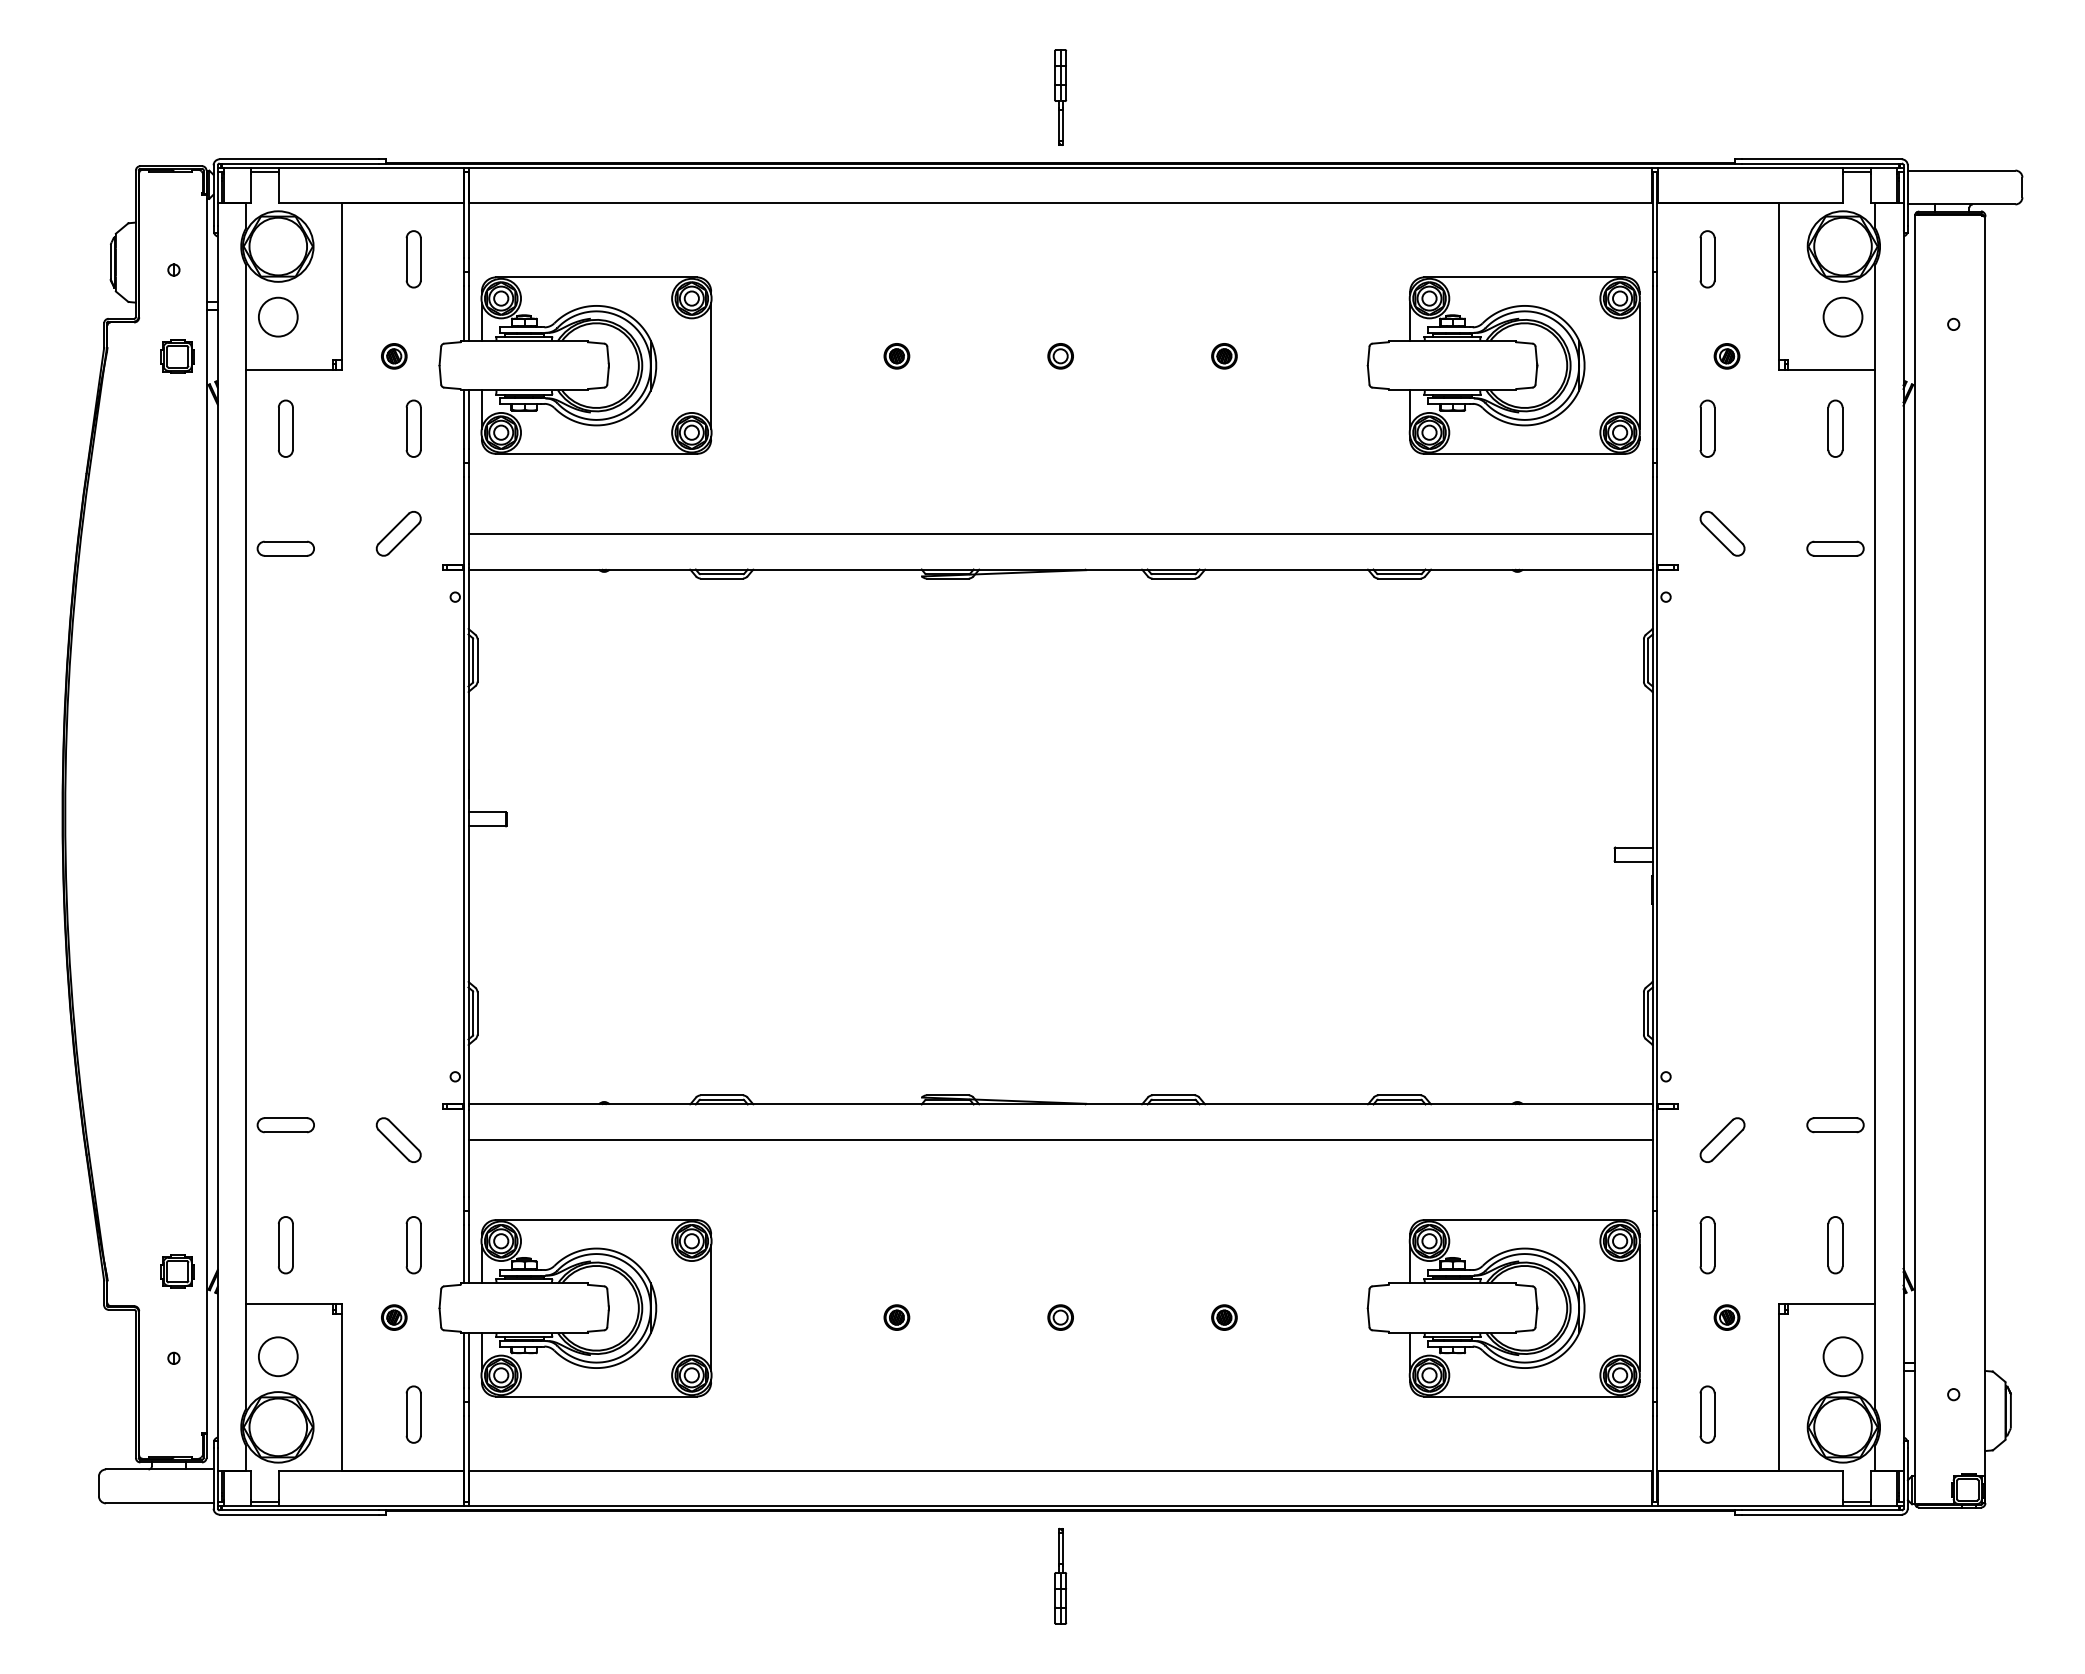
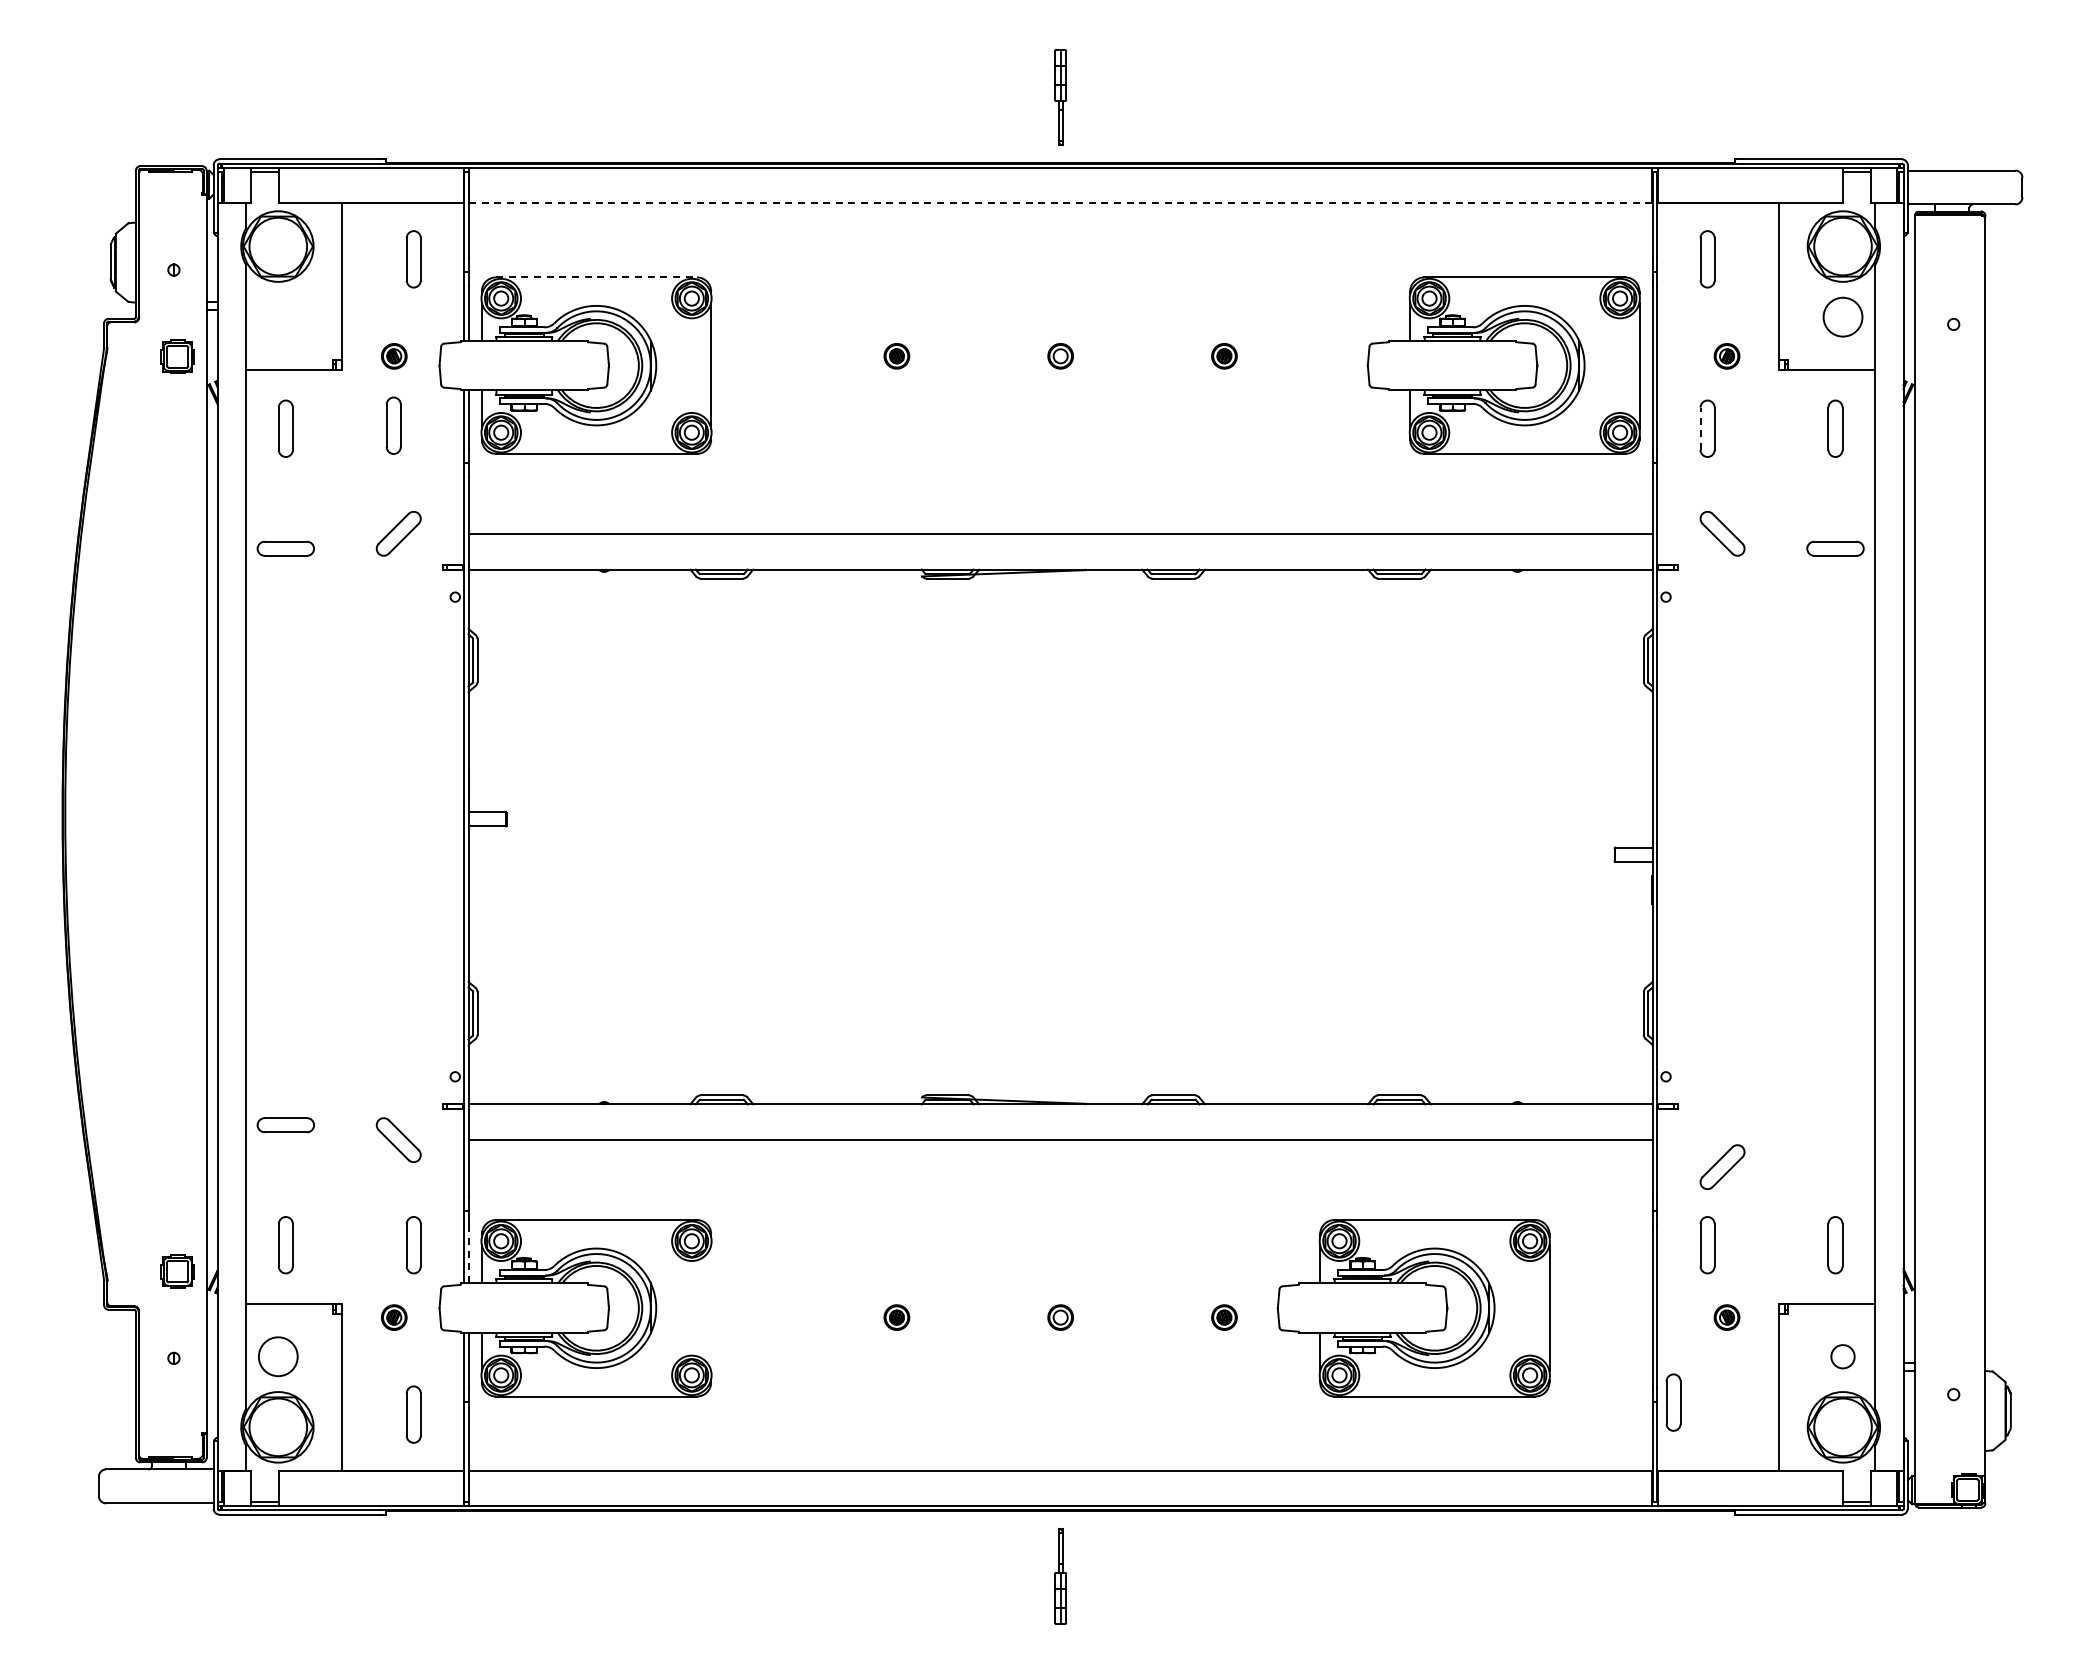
line at (1060, 203): solid -> dashed
line at (596, 277): solid -> dashed
circle at (278, 316): present -> none
part at (413, 428) position: (413, 428) -> (393, 425)
line at (1700, 428): solid -> dashed
part at (1835, 1125): present -> none
part at (1722, 1139) position: (1722, 1139) -> (1722, 1166)
line at (468, 1254): solid -> dashed
line at (711, 1308): present -> none
part at (1503, 1308) position: (1503, 1308) -> (1413, 1308)
circle at (1842, 1356) diameter: 39 px -> 23 px
part at (1707, 1414) position: (1707, 1414) -> (1673, 1402)
